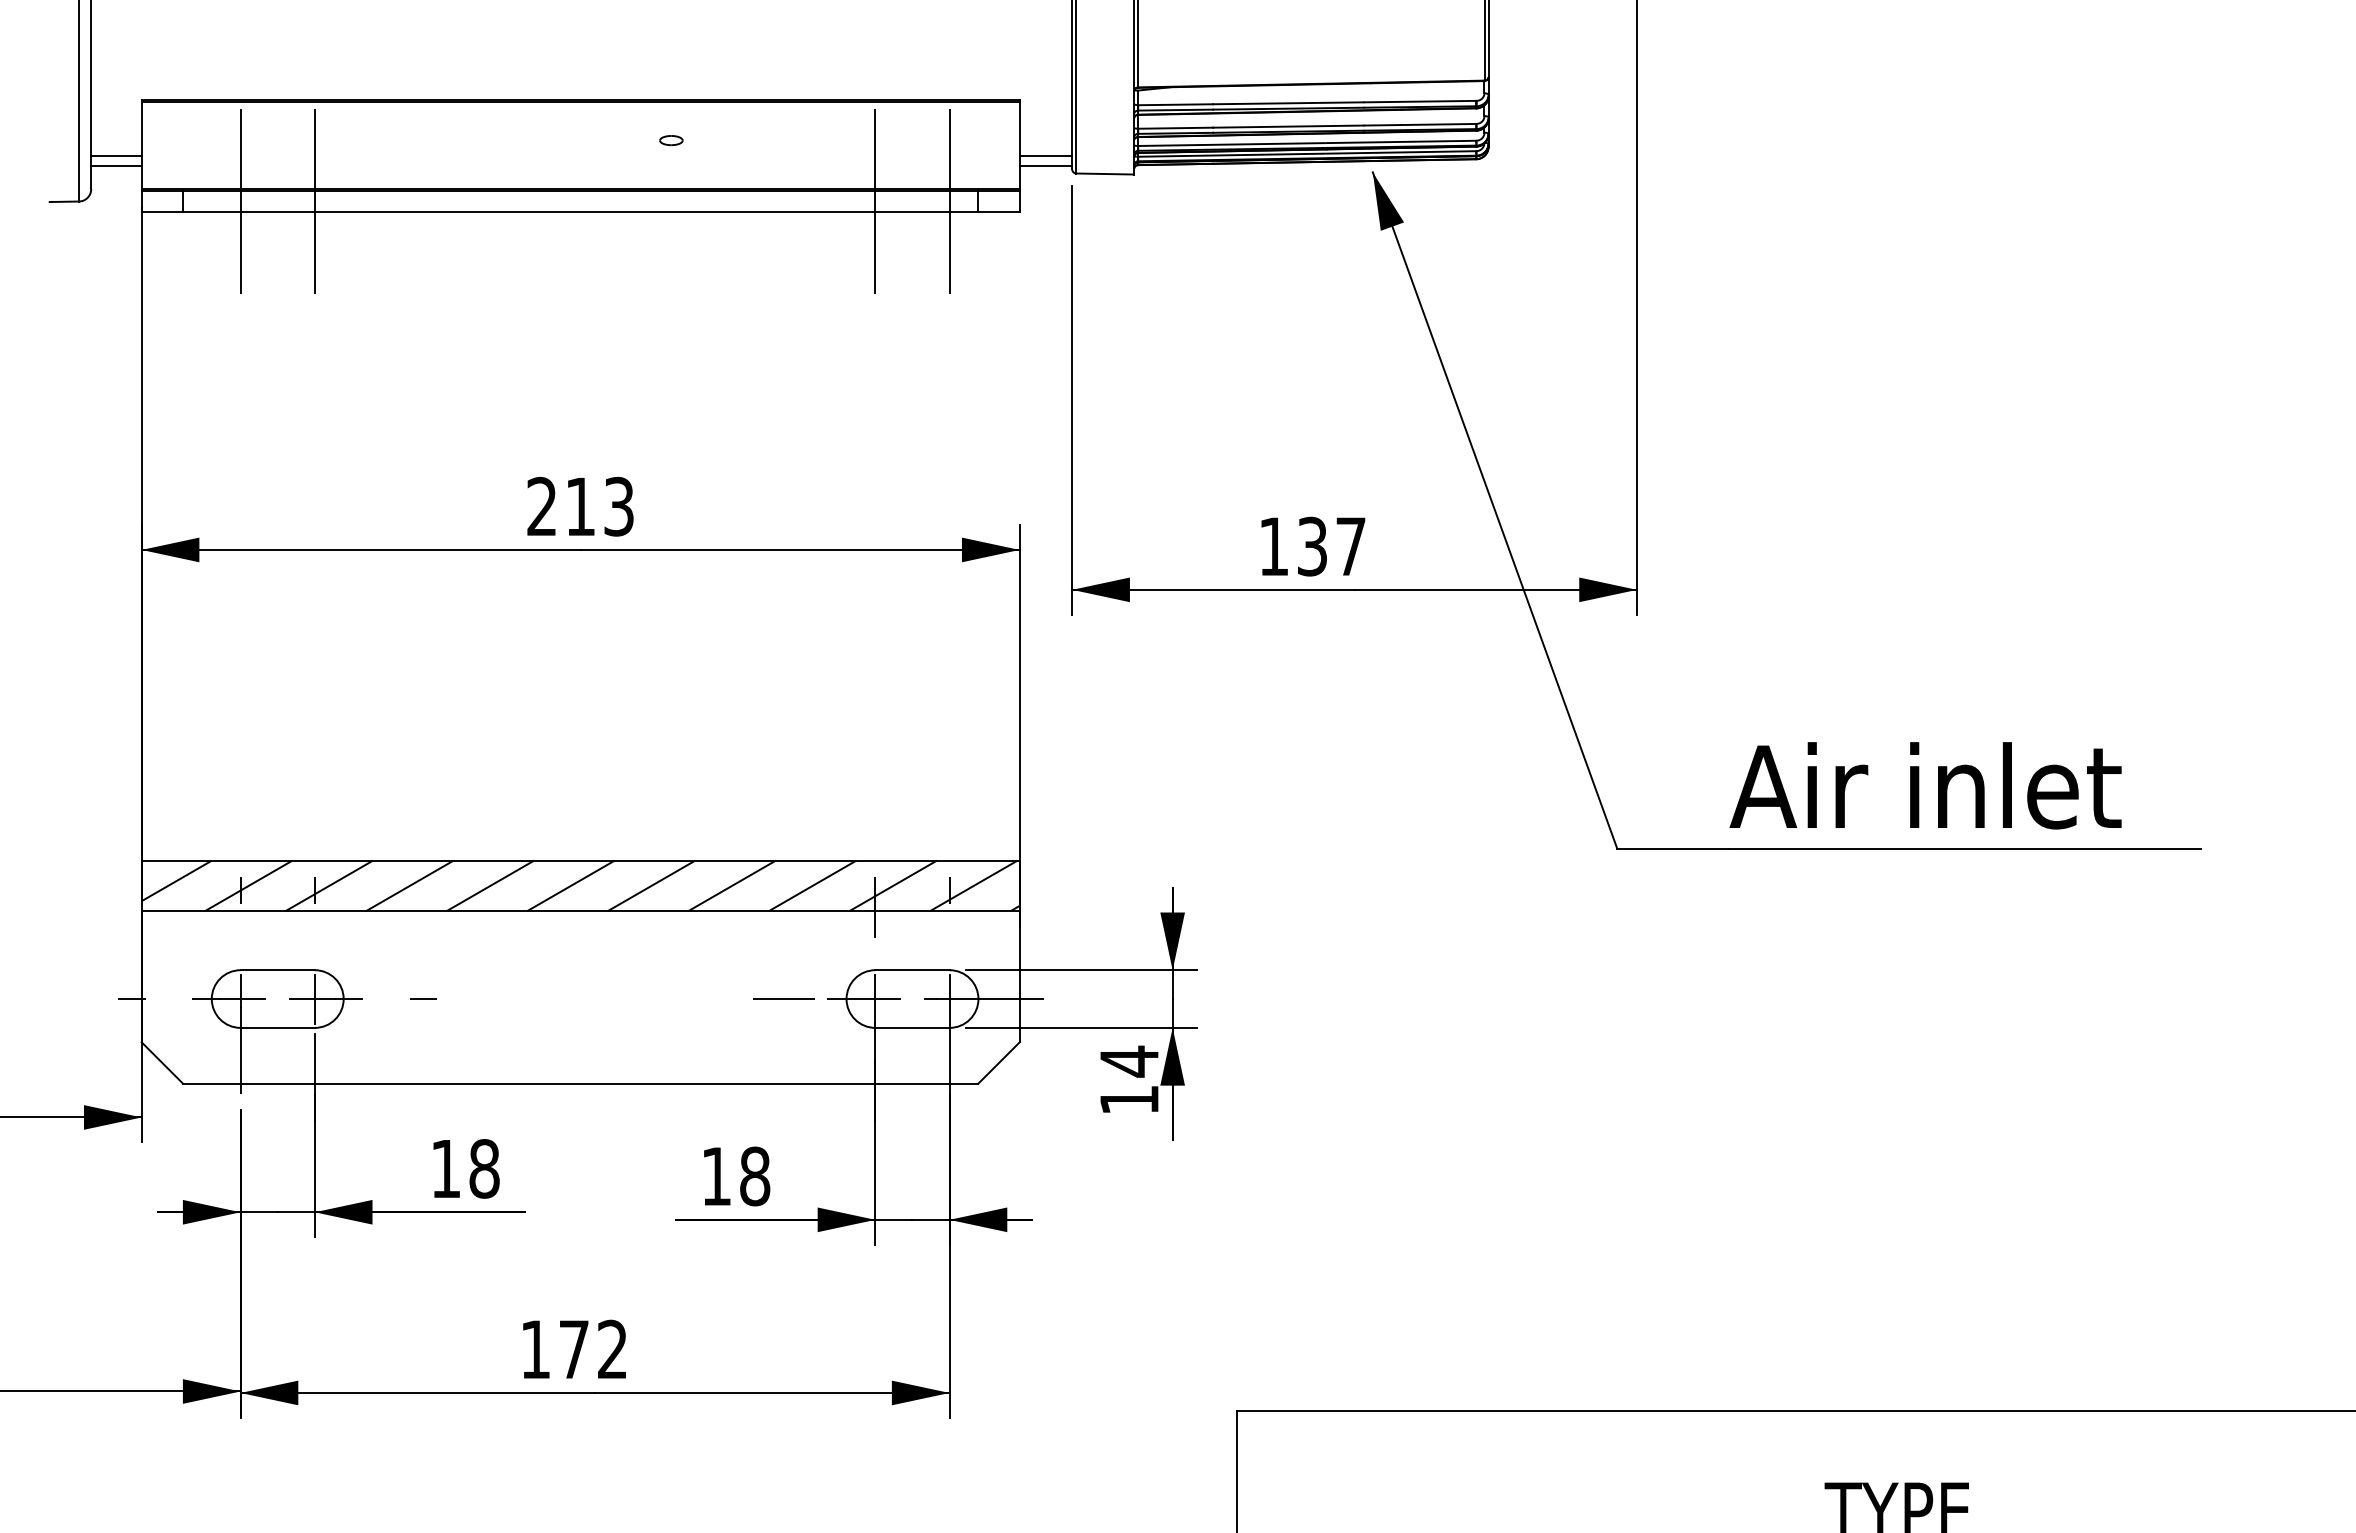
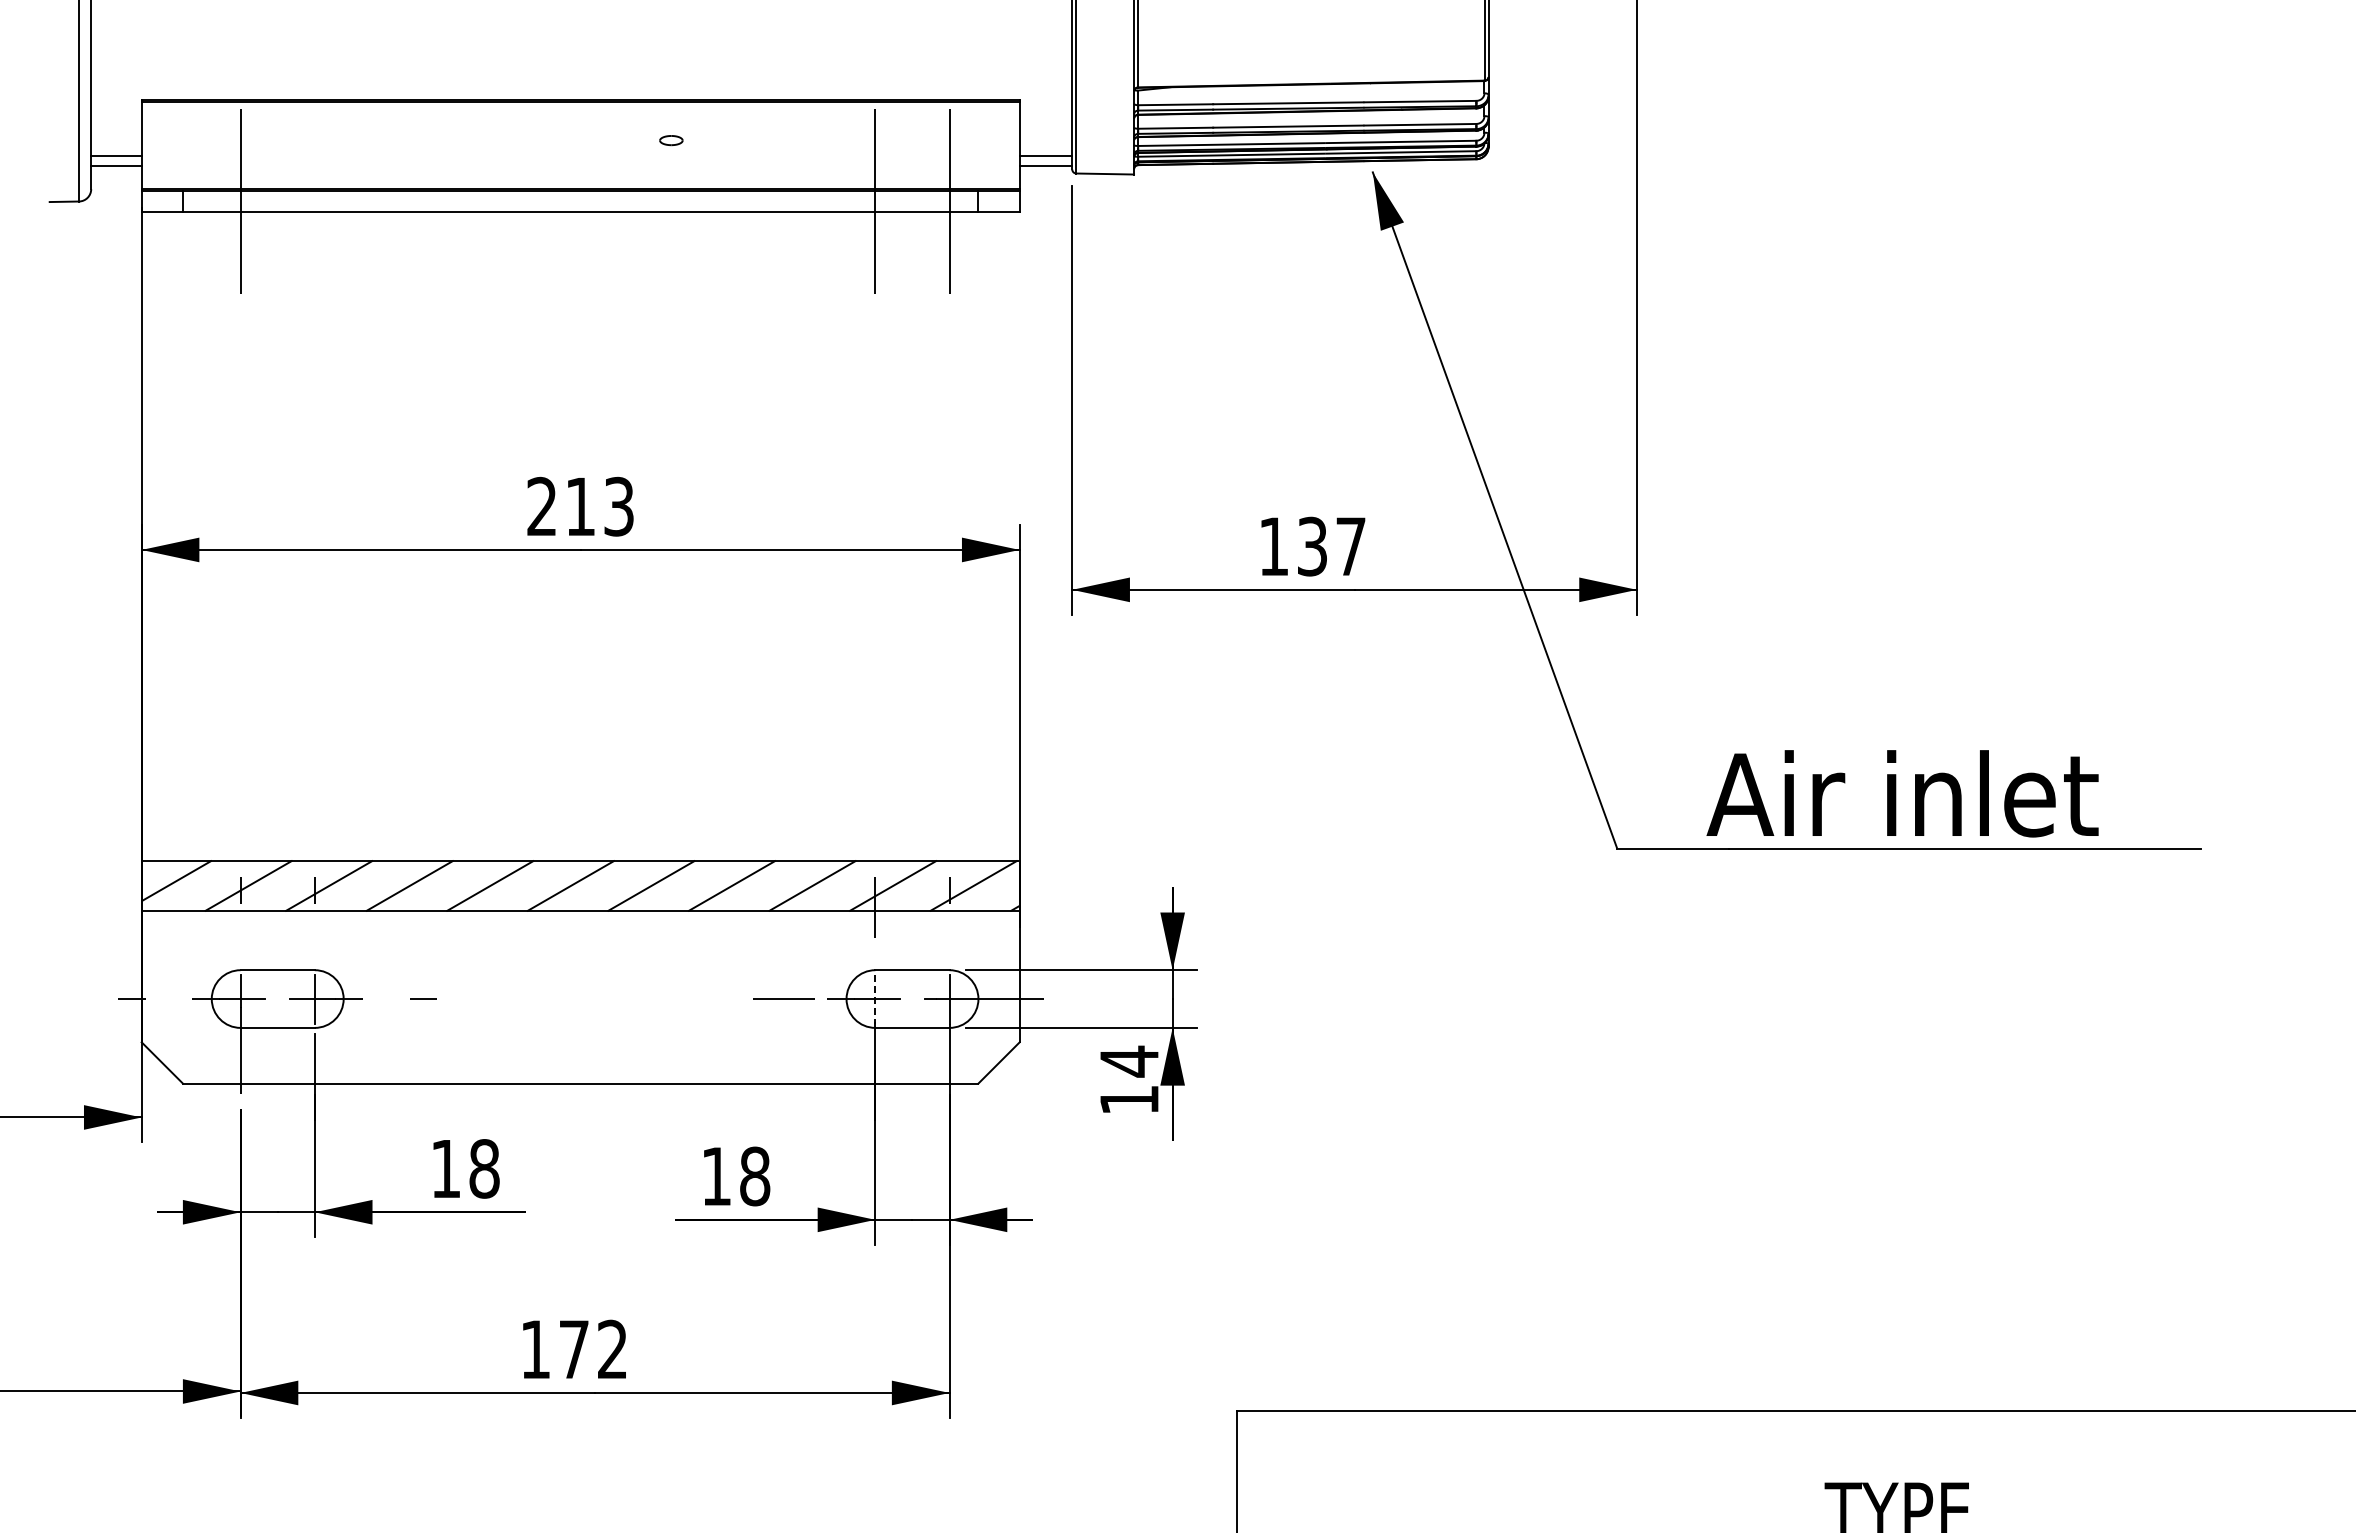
line at (314, 201): present -> none
text at (1925, 785) position: (1925, 785) -> (1902, 793)
line at (875, 999): solid -> dashed
